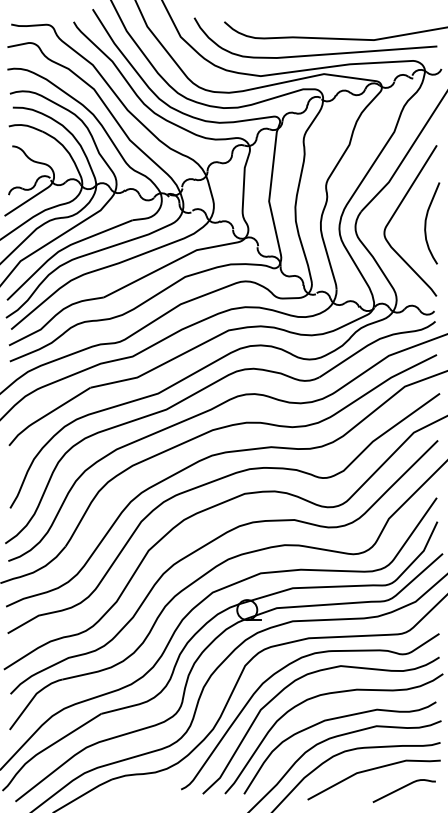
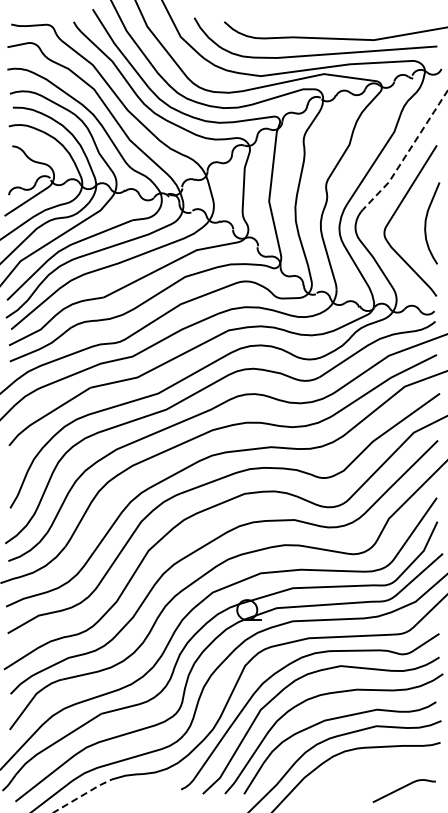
line at (406, 154): solid -> dashed
line at (372, 770): present -> none
line at (83, 795): solid -> dashed
